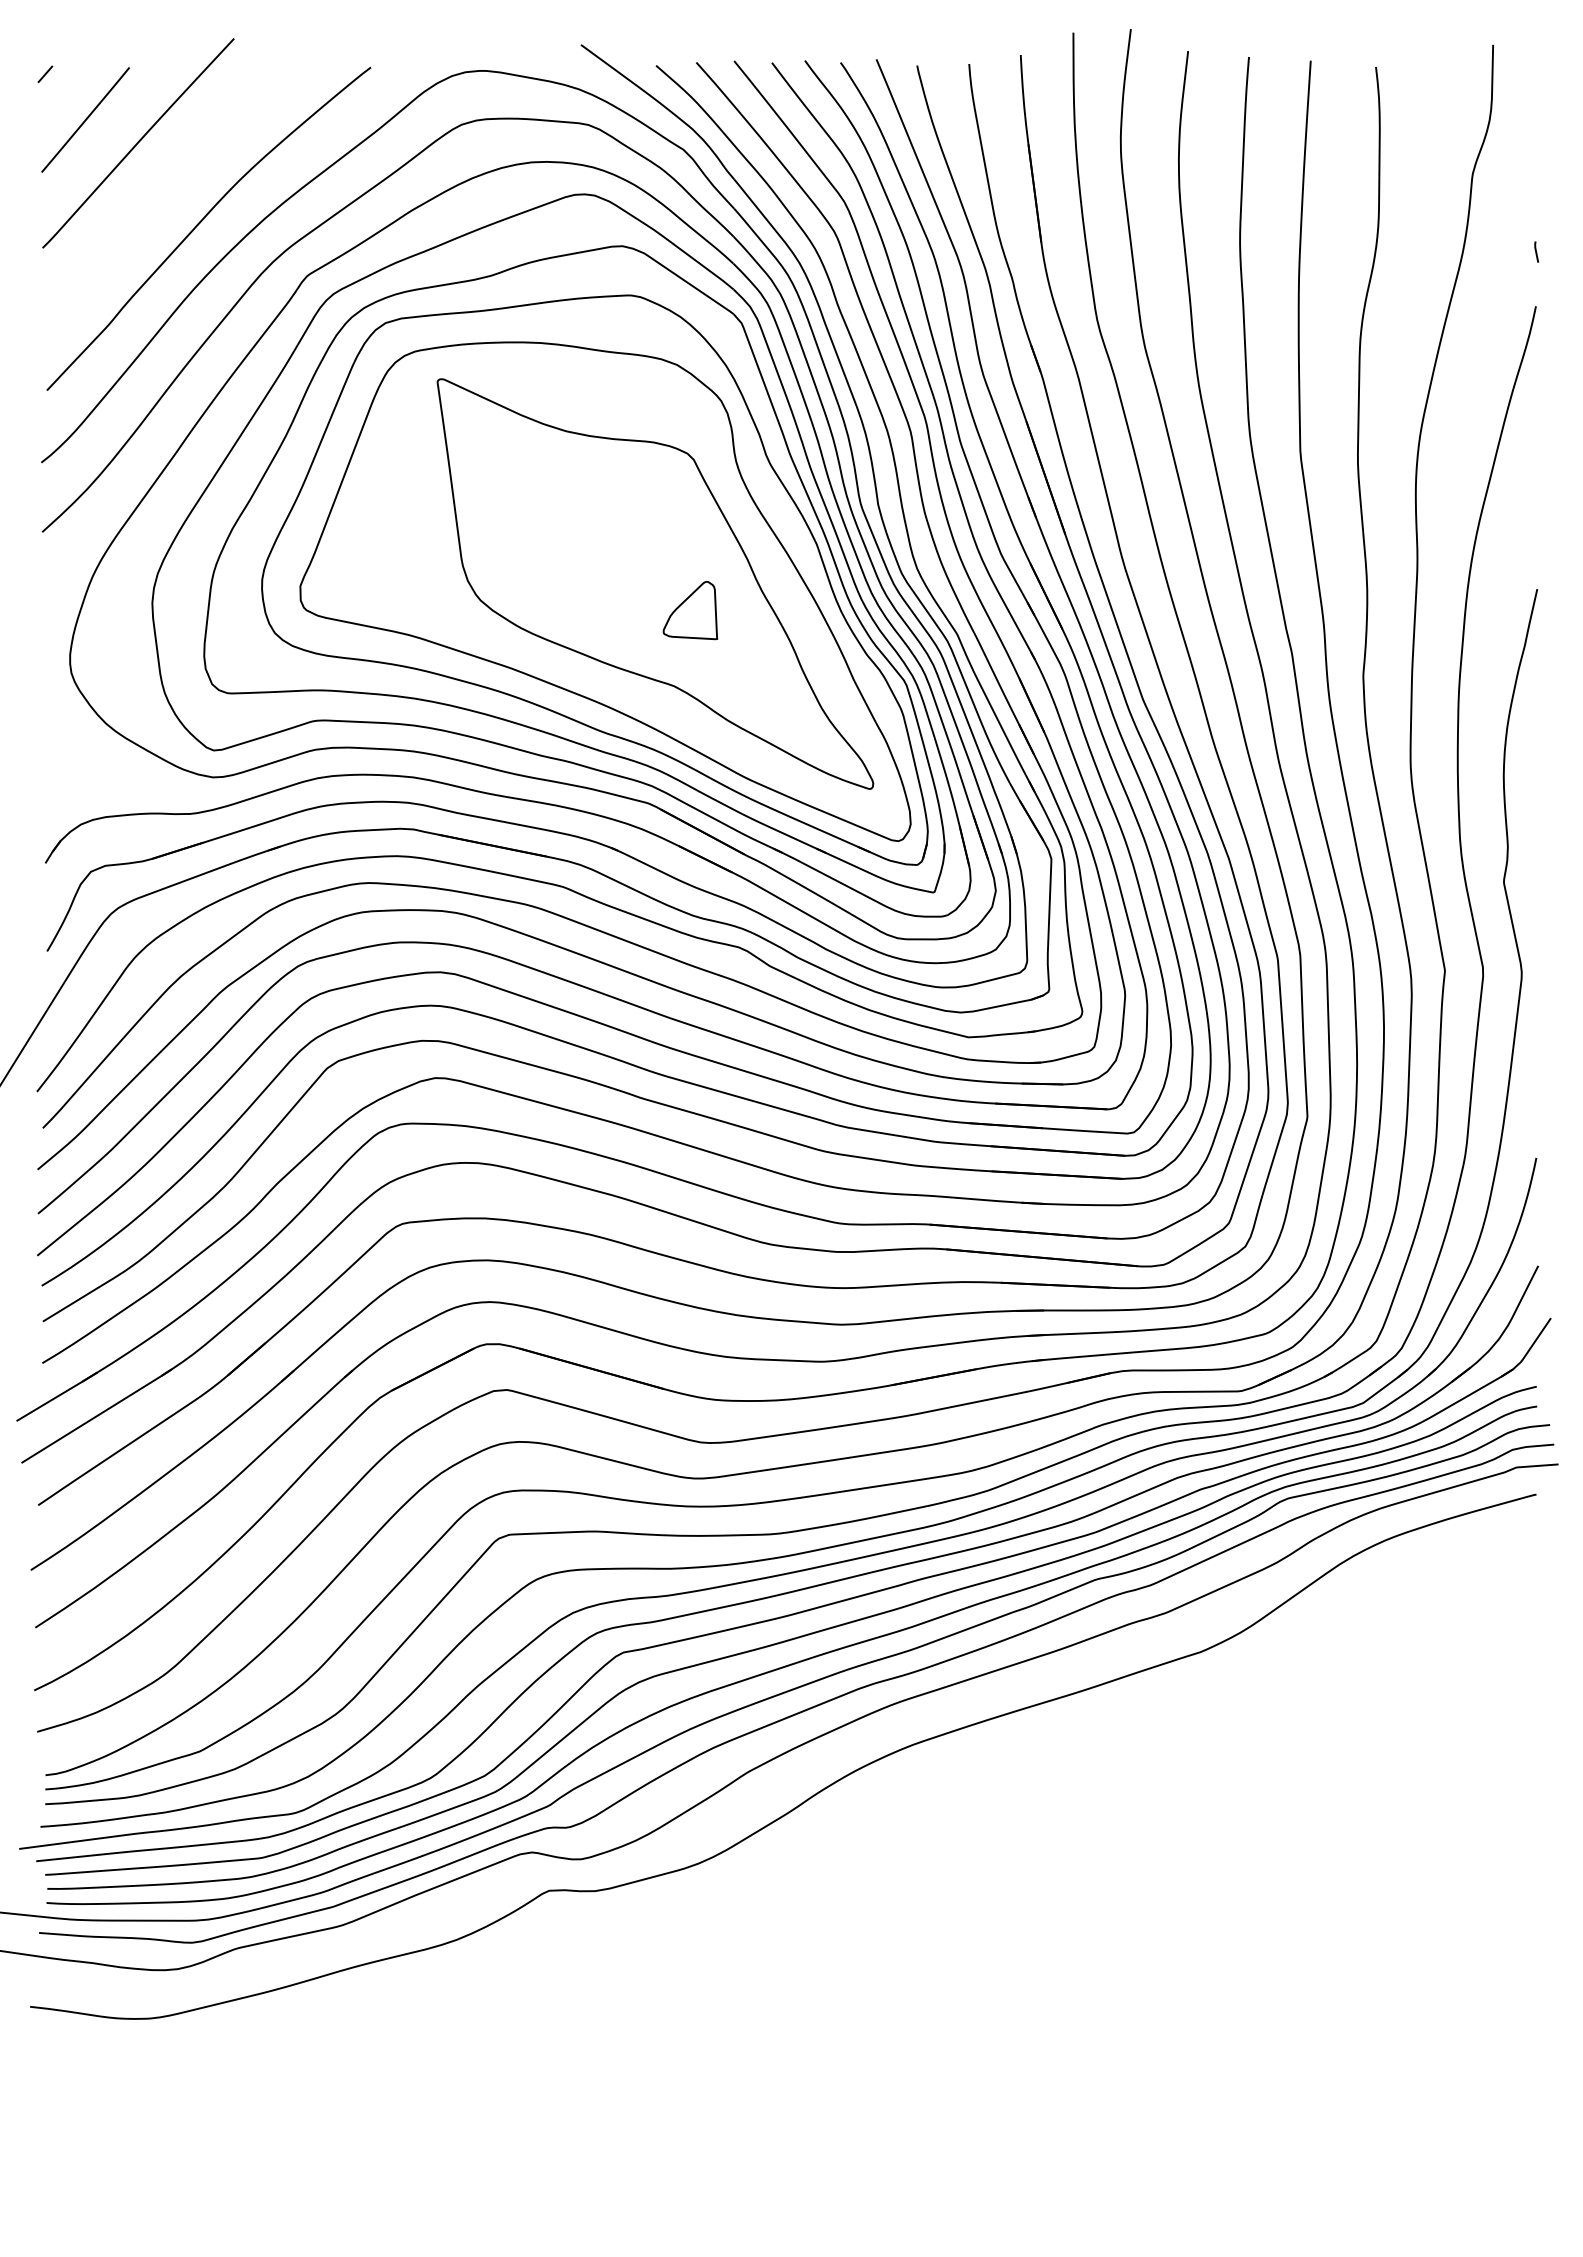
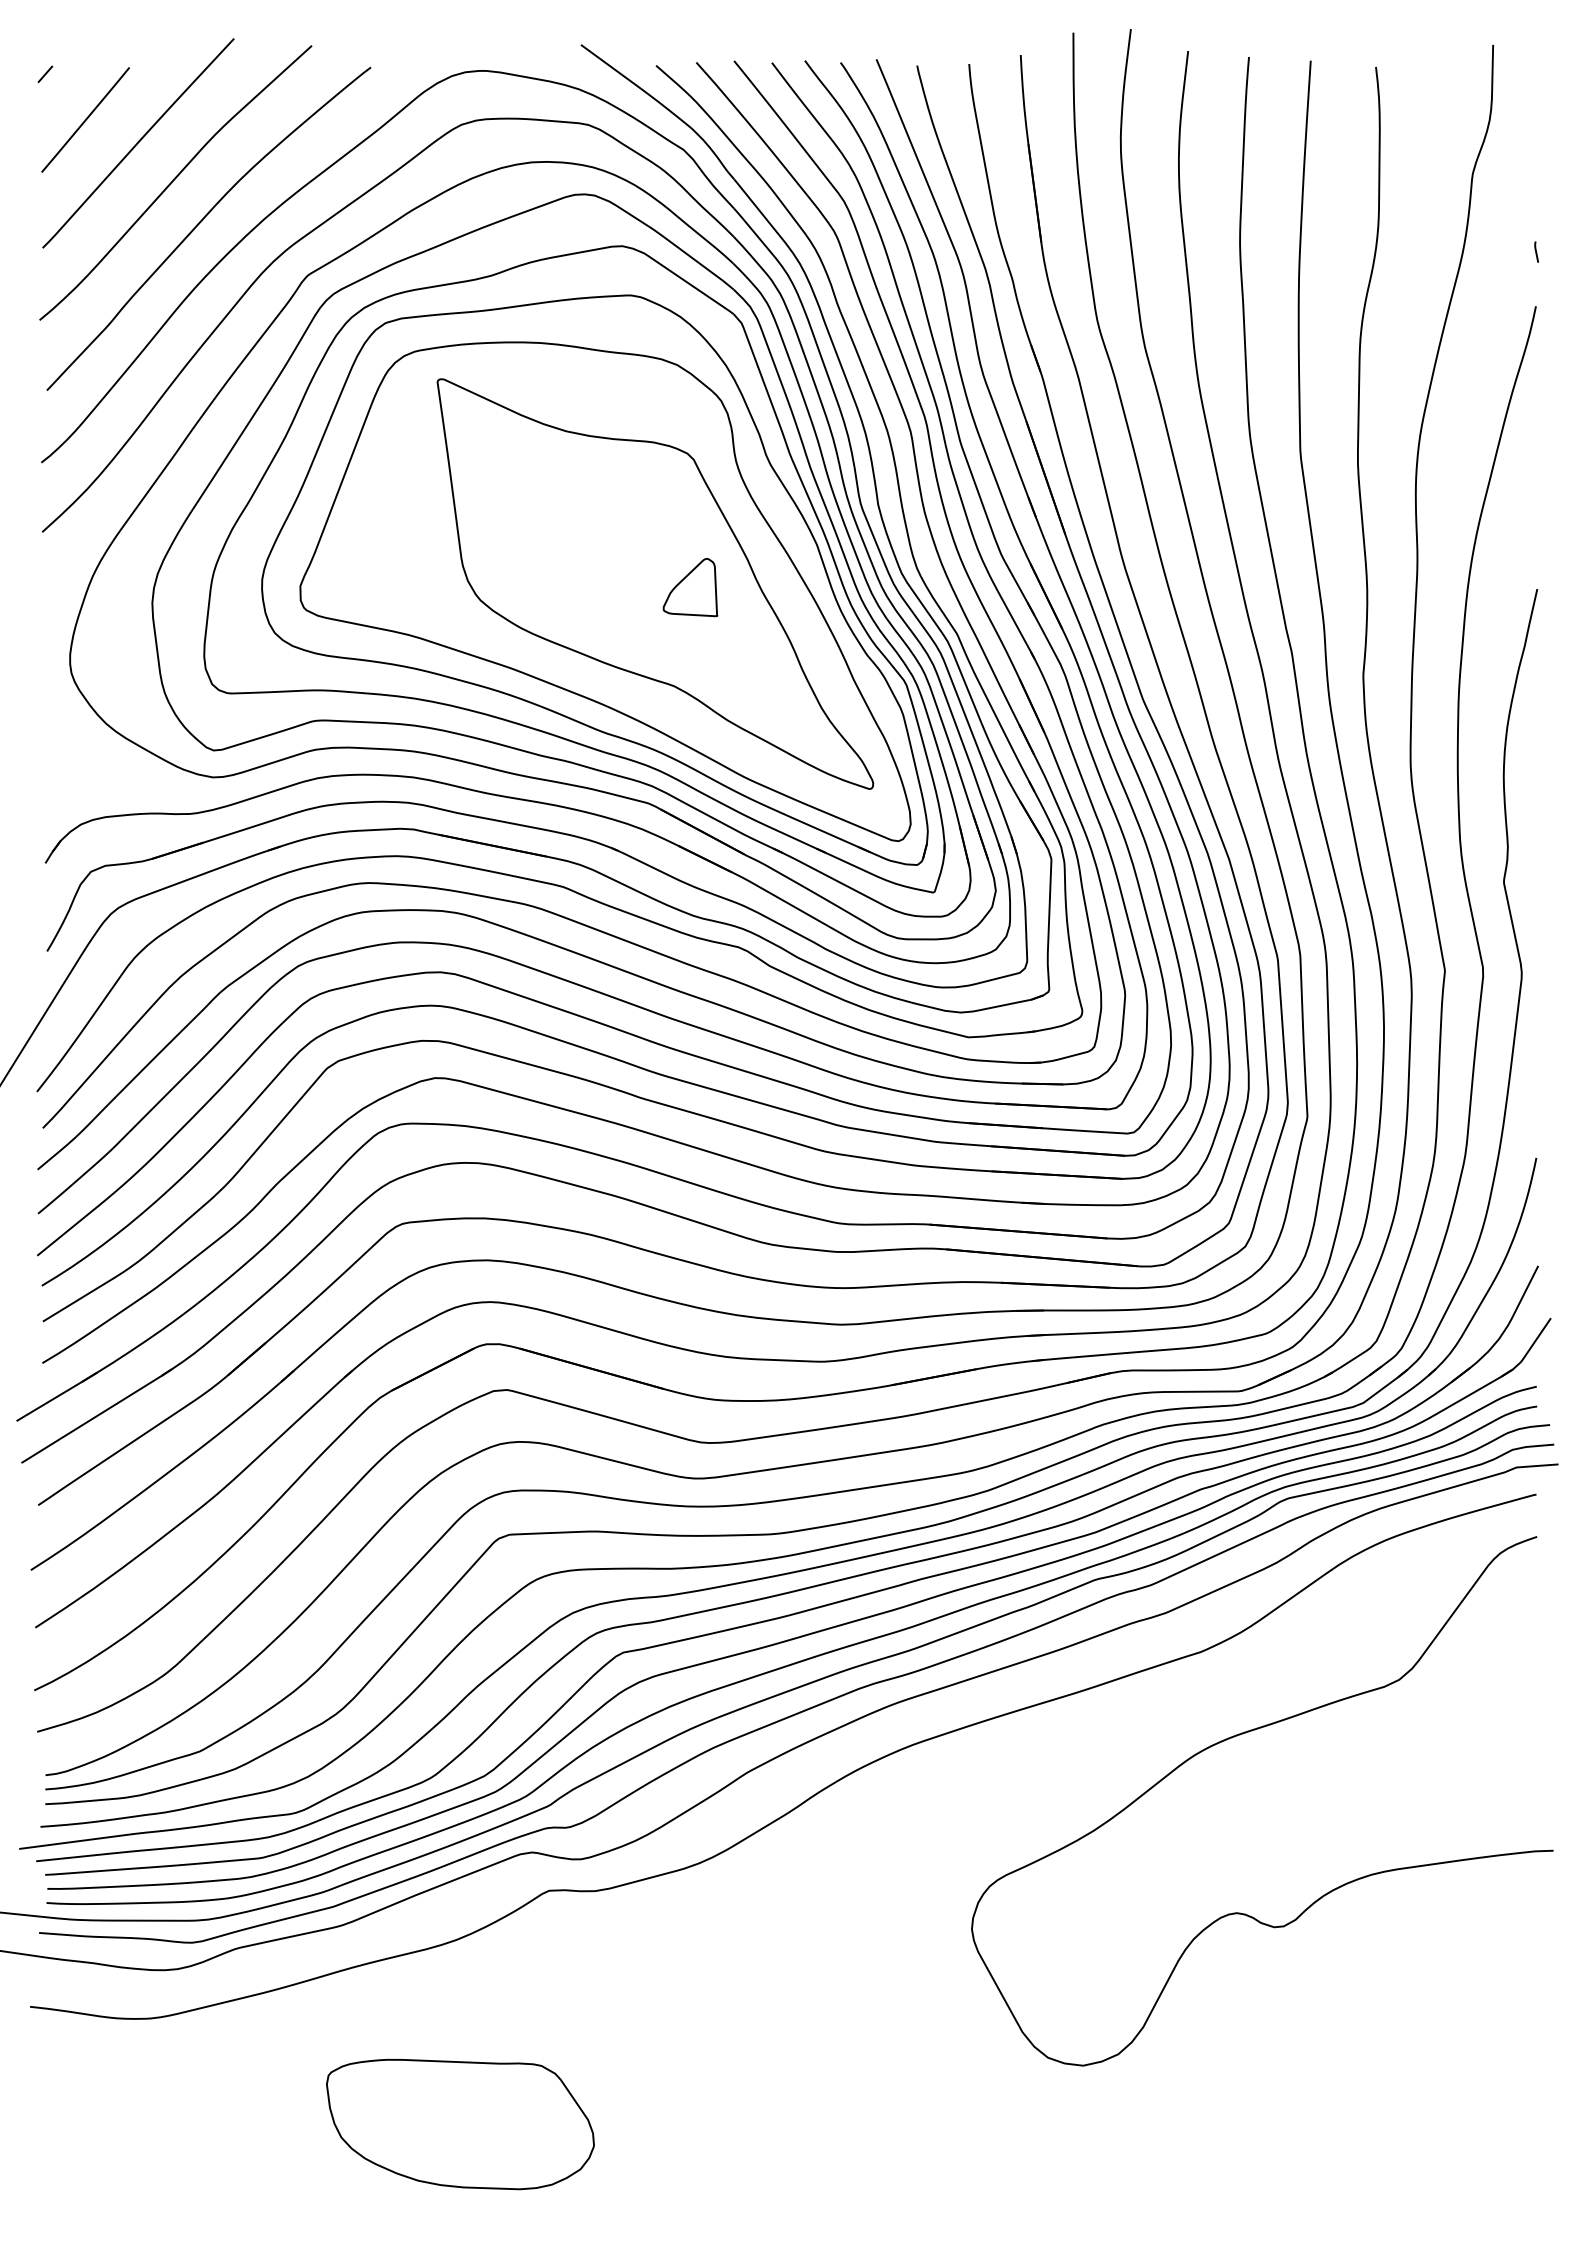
curve at (174, 180): none -> present
part at (690, 610) position: (690, 610) -> (690, 587)
curve at (1240, 1735): none -> present
part at (460, 2124): none -> present
